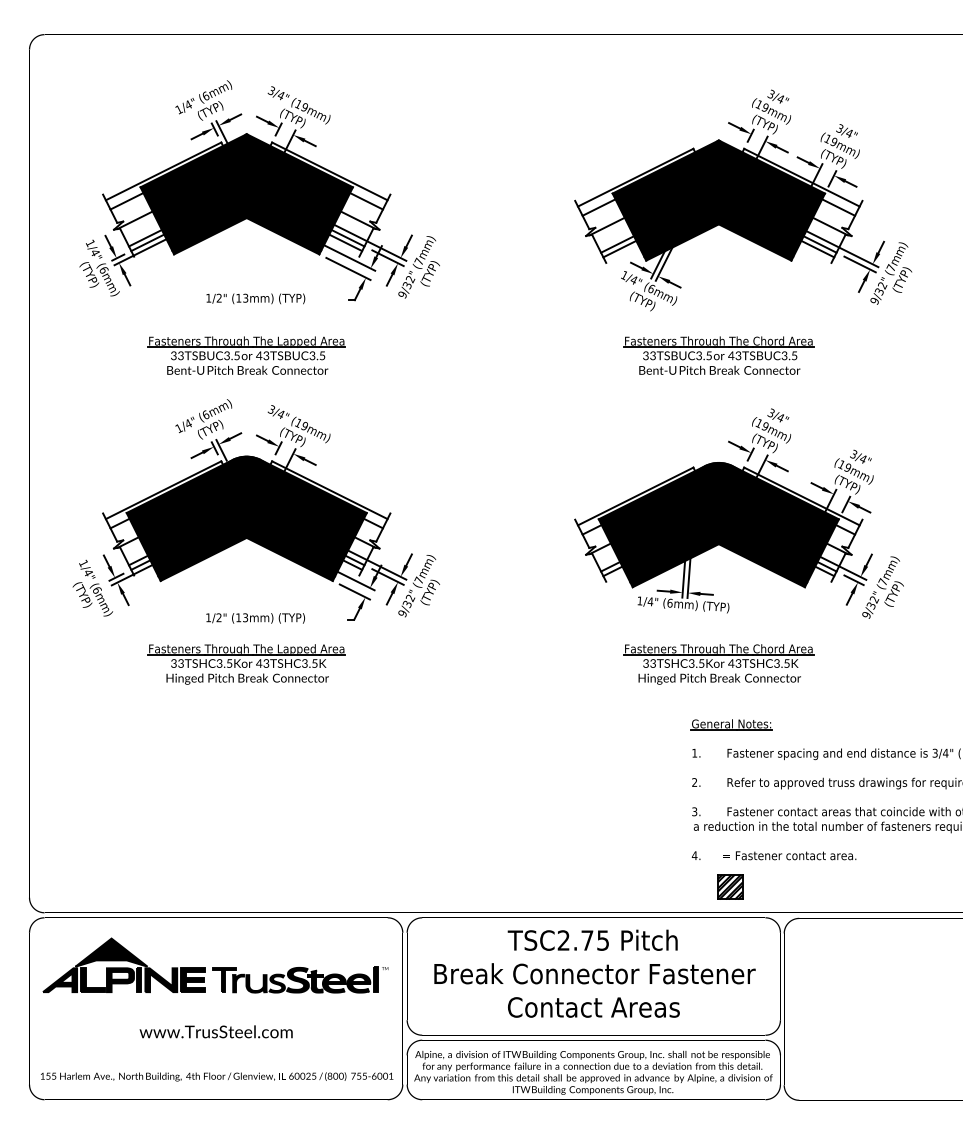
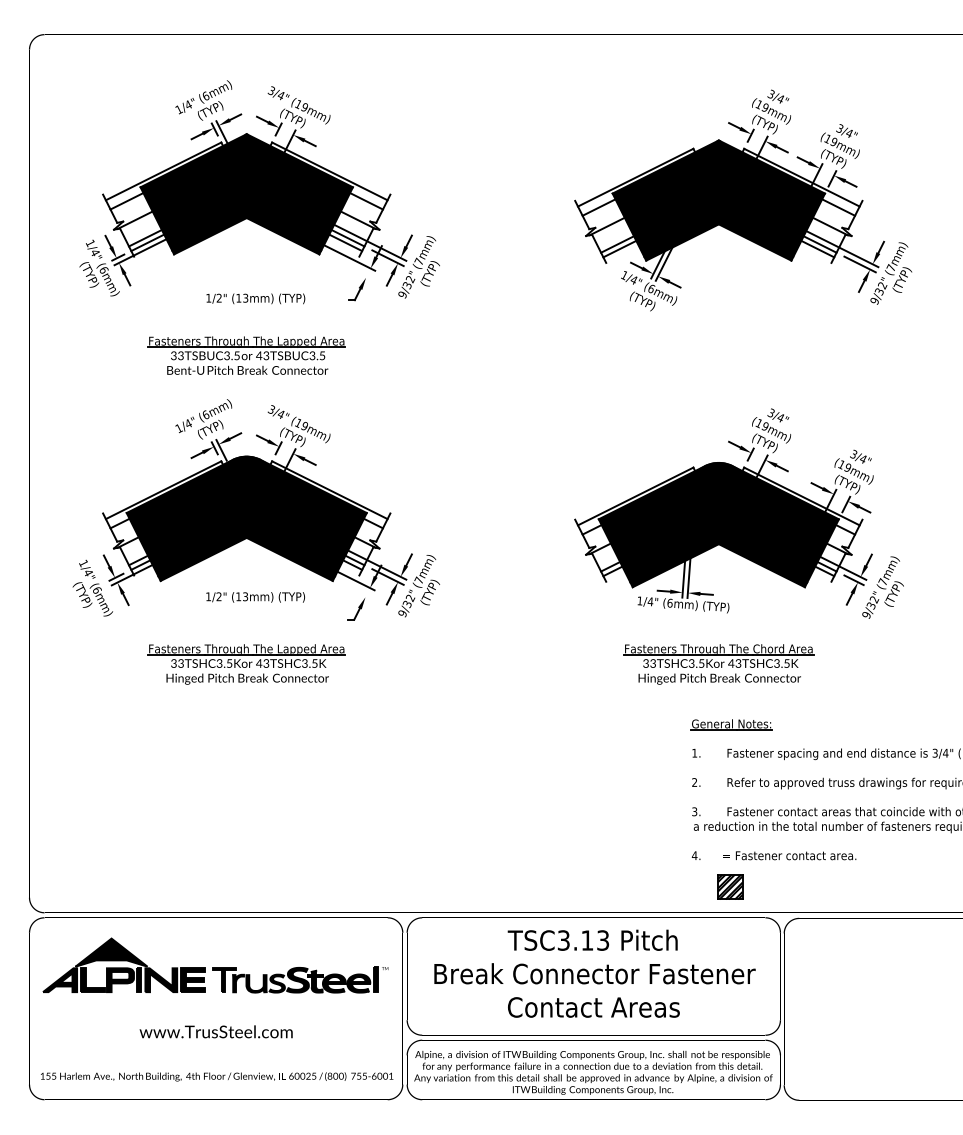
line at (348, 268): present -> none
part at (718, 355): present -> none
line at (354, 591): present -> none
text at (255, 618) position: (255, 618) -> (255, 597)
text at (583, 940): TSC2.75 -> TSC3.13
